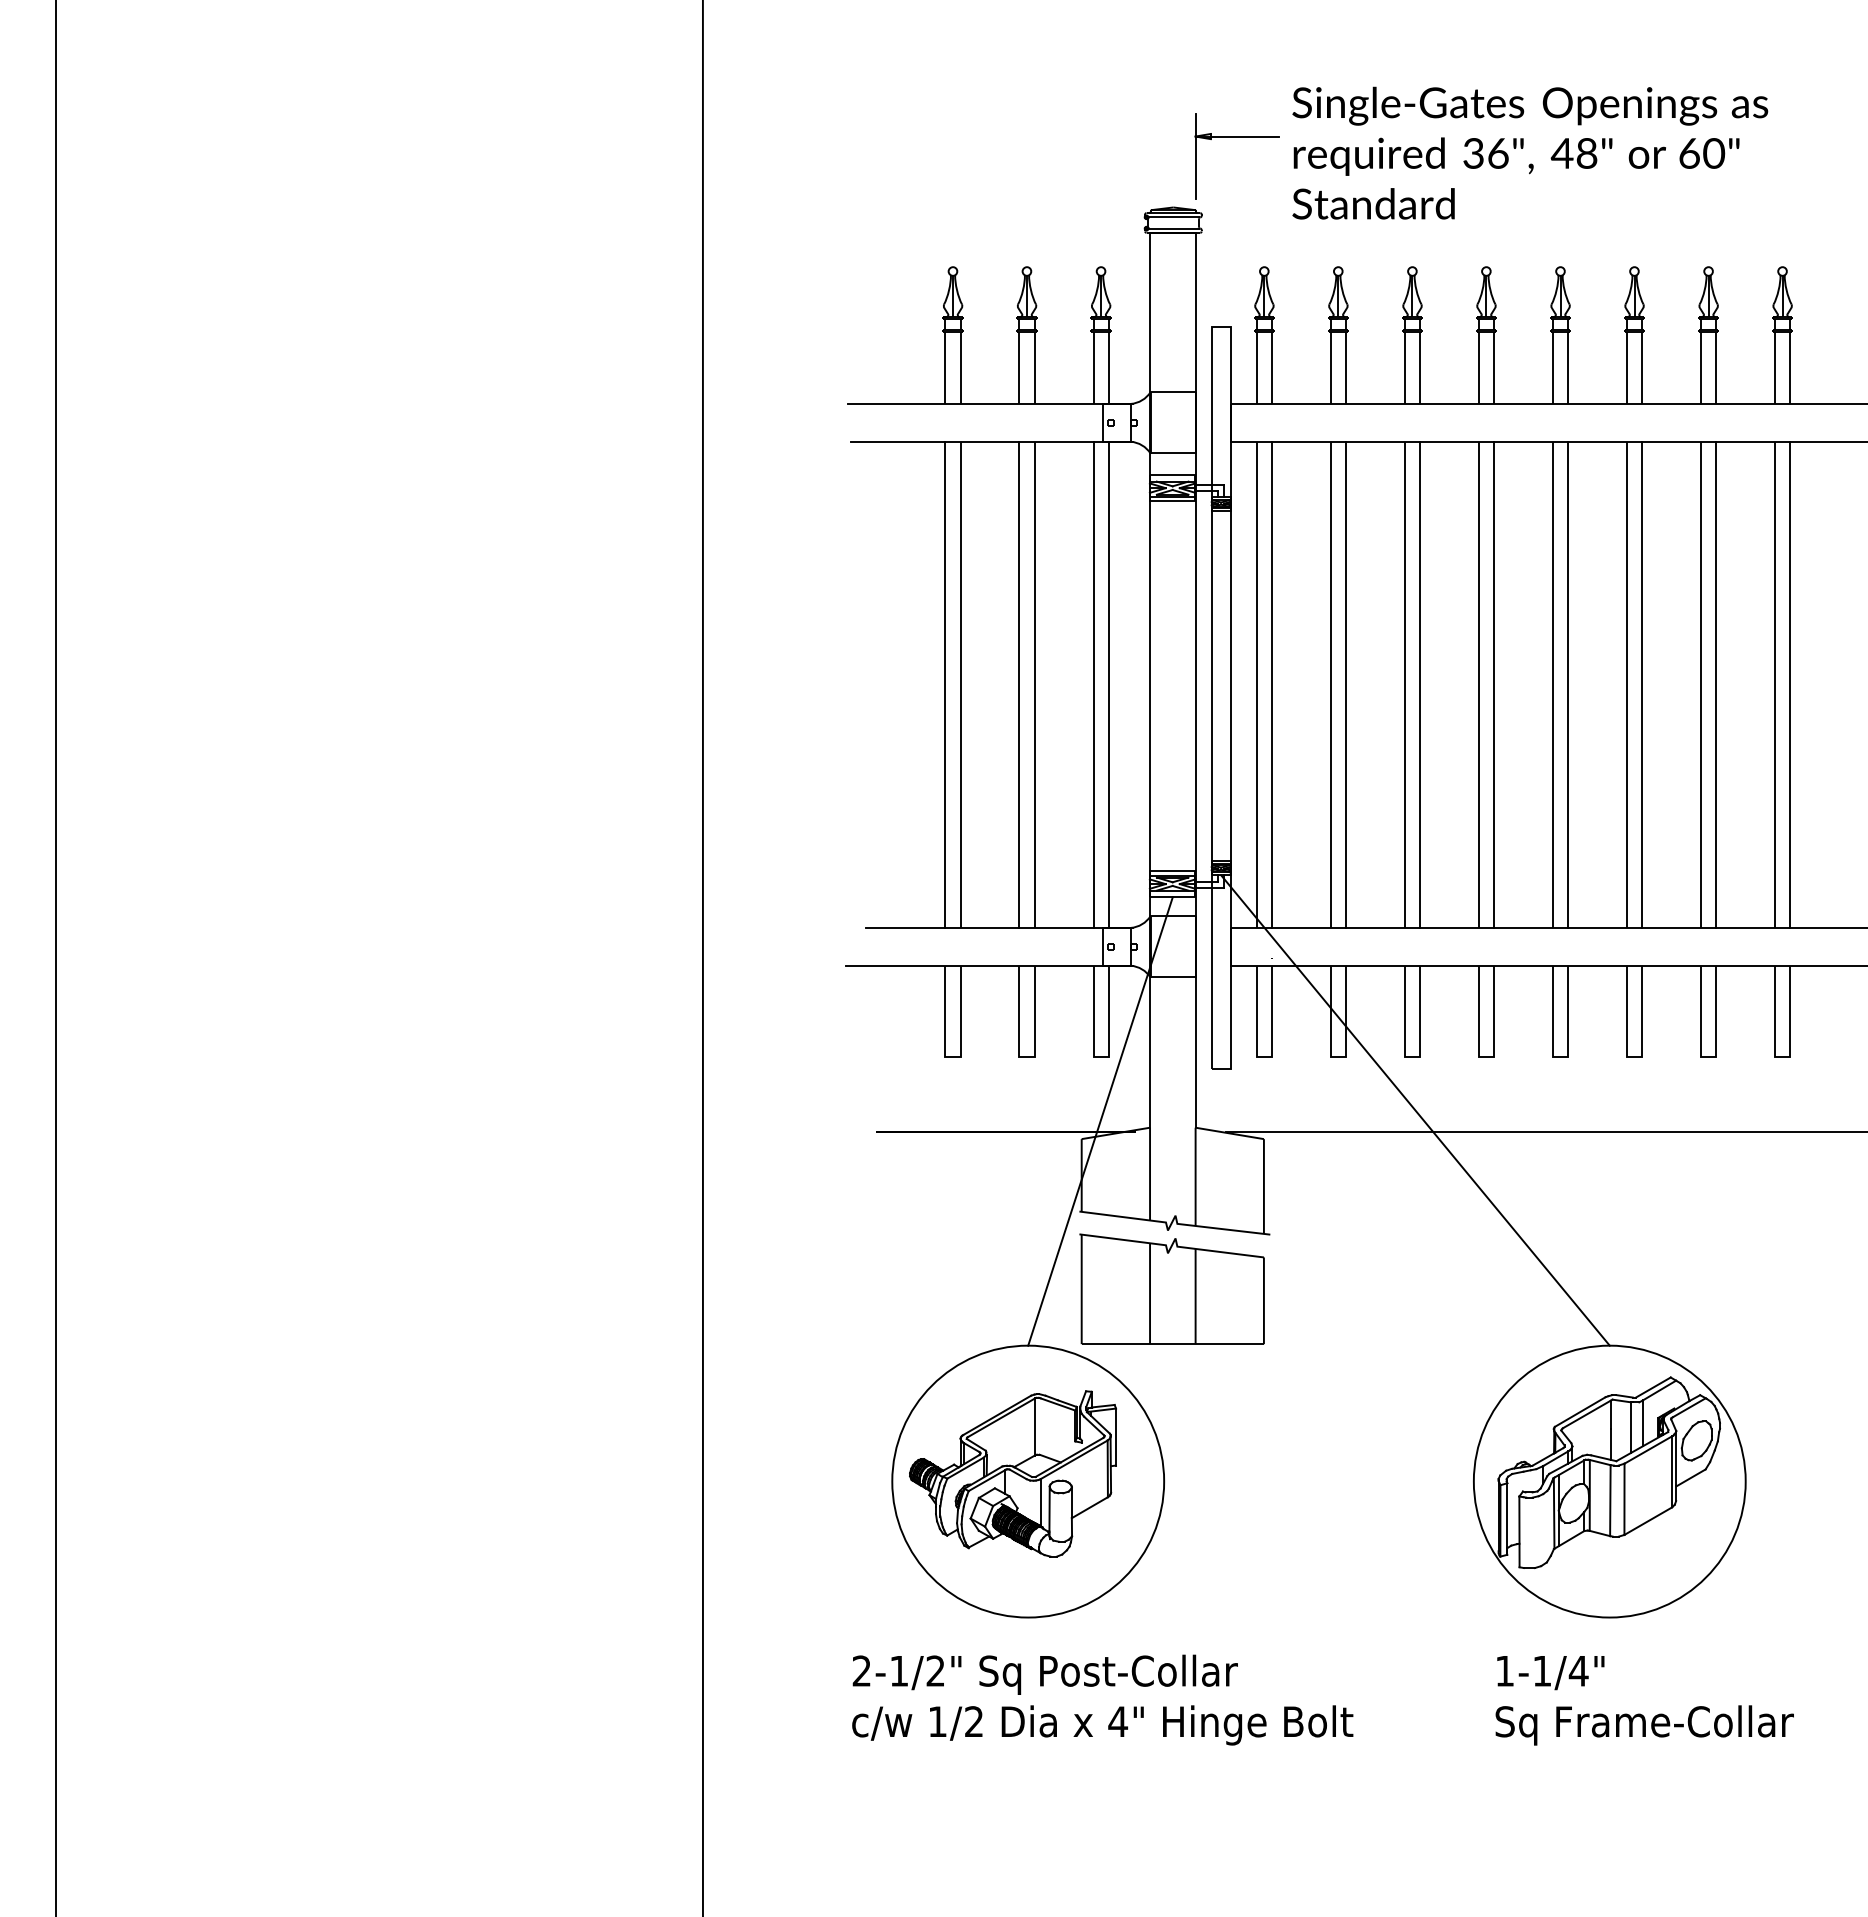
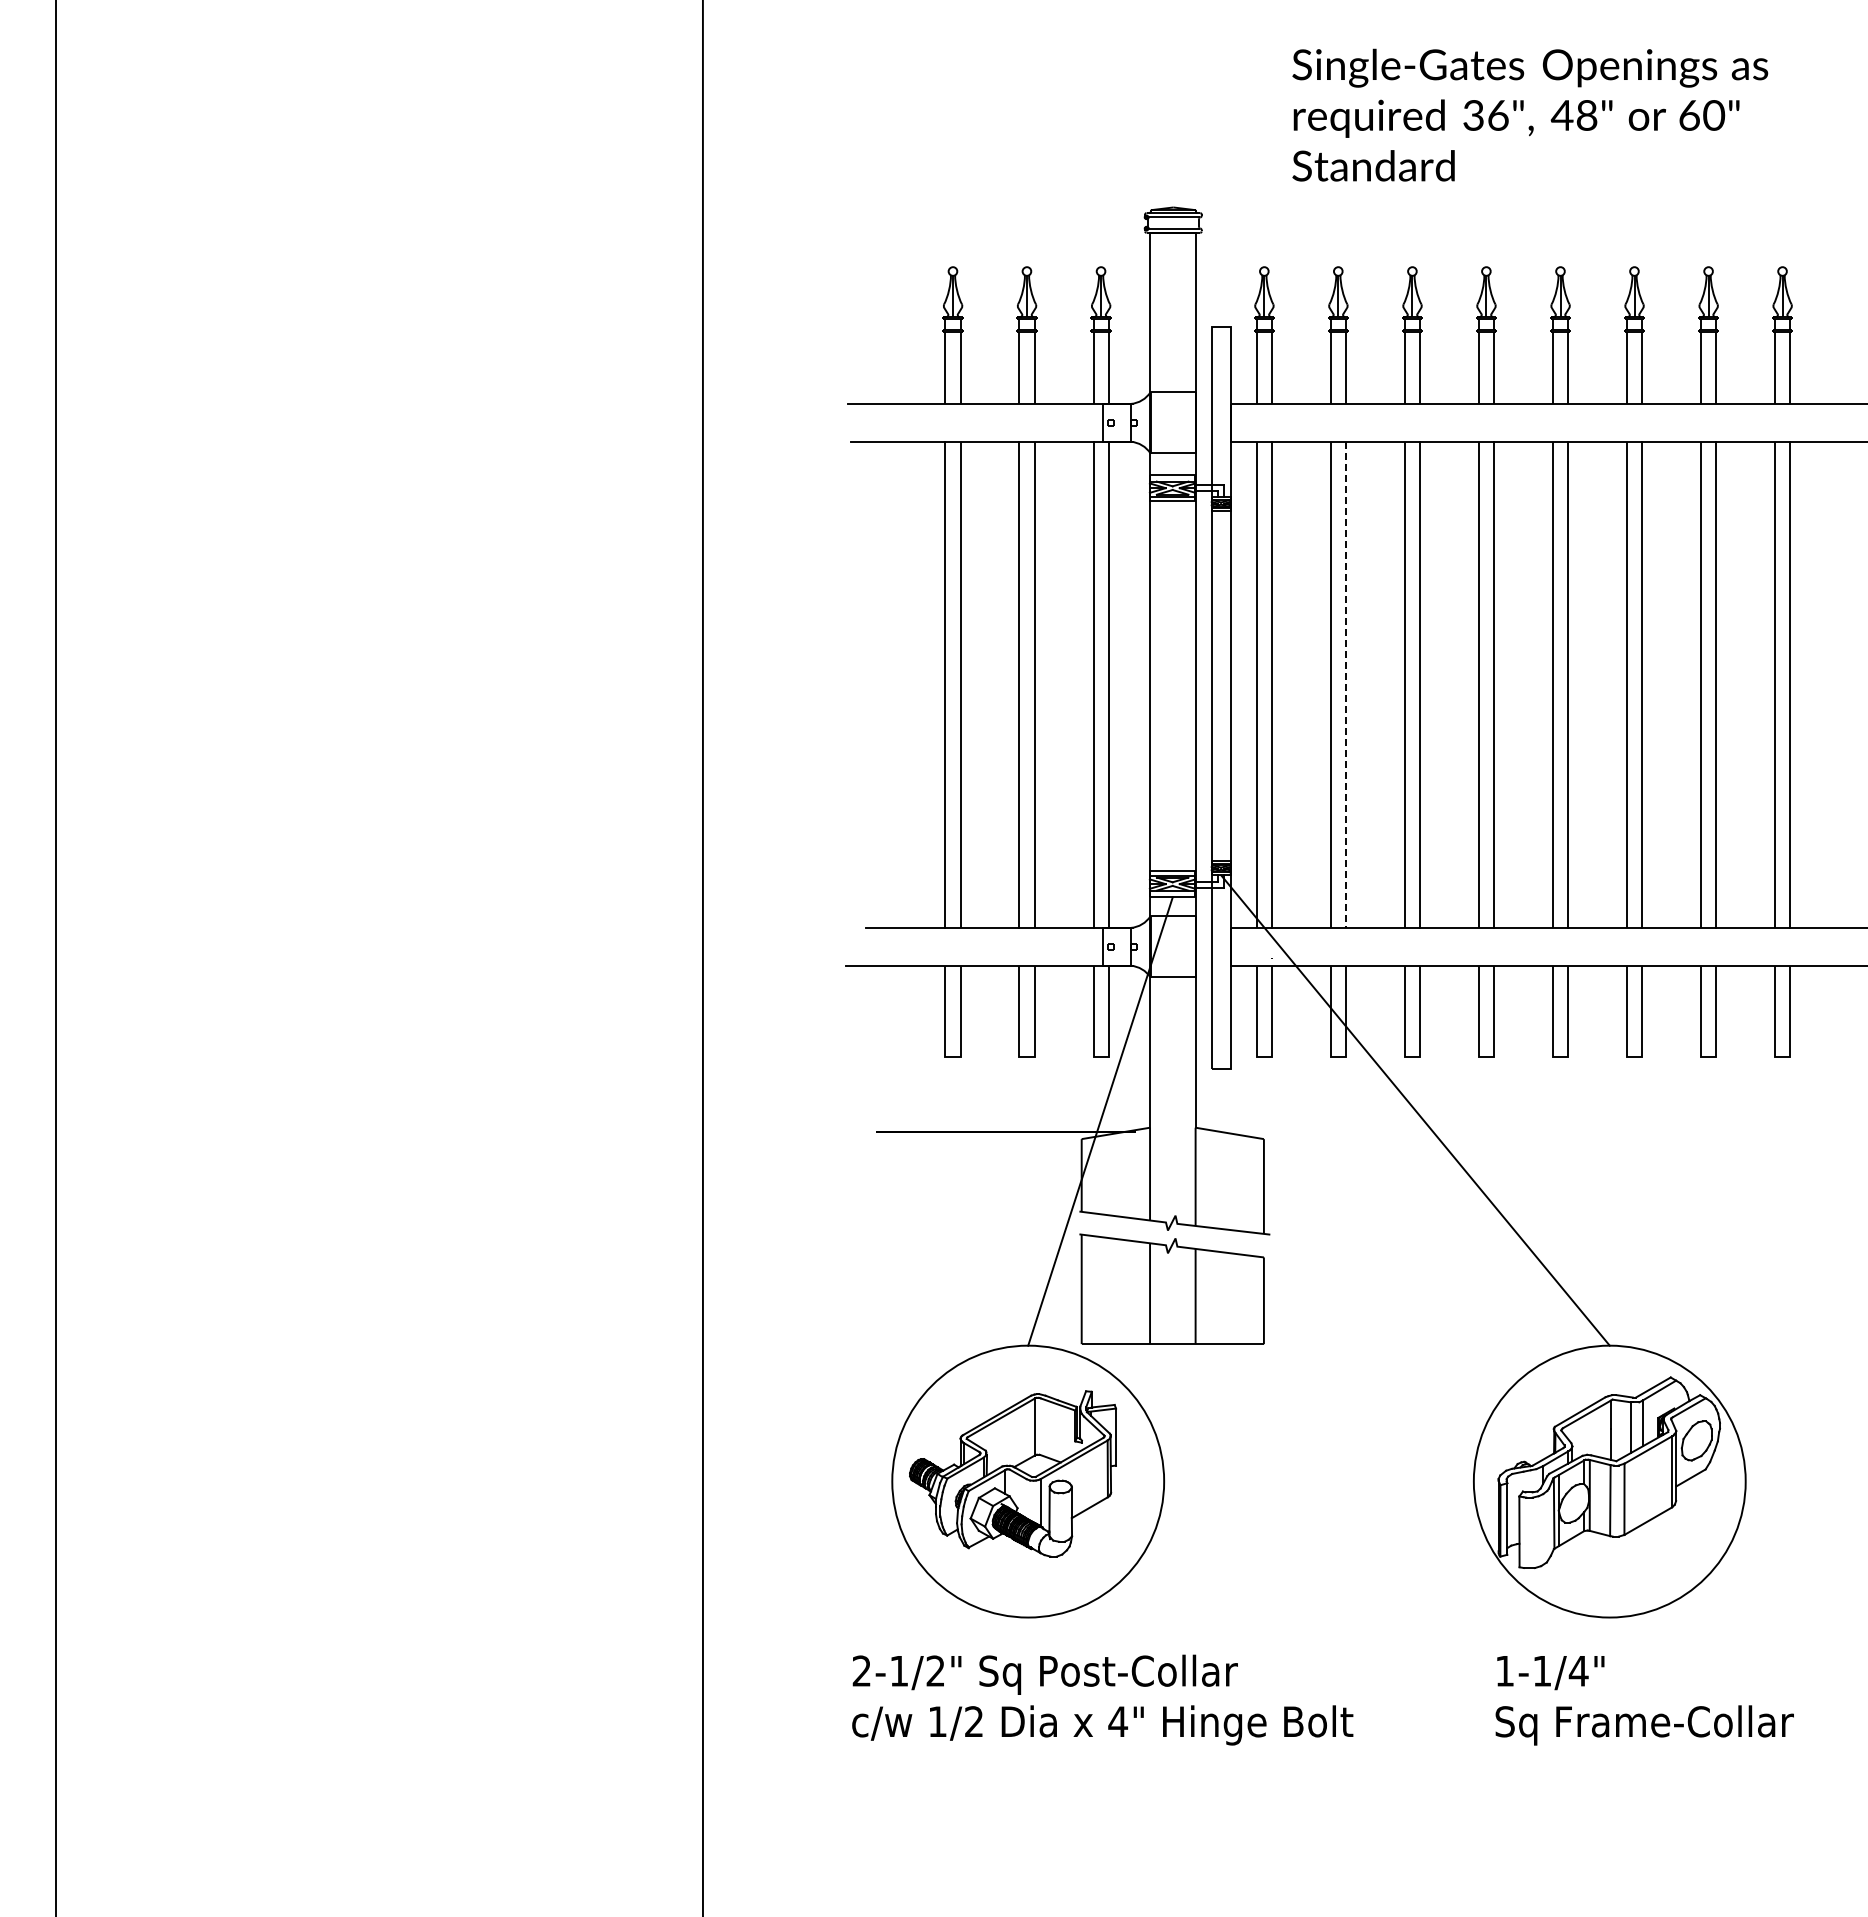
part at (1236, 137): present -> none
text at (1530, 152) position: (1530, 152) -> (1530, 114)
line at (1345, 685): solid -> dashed
line at (1544, 1131): present -> none
